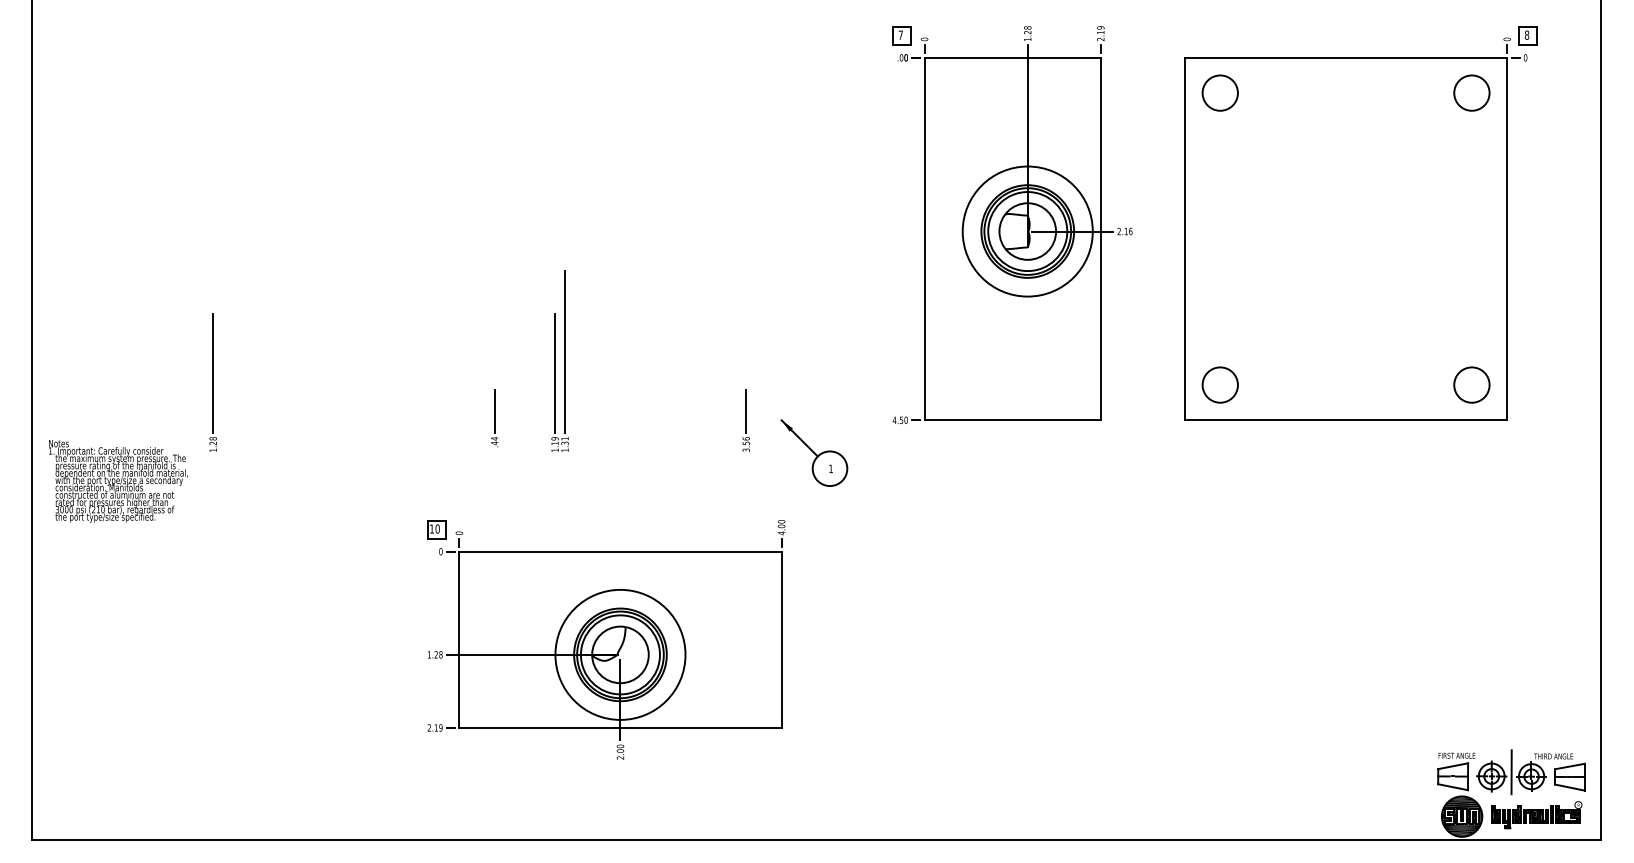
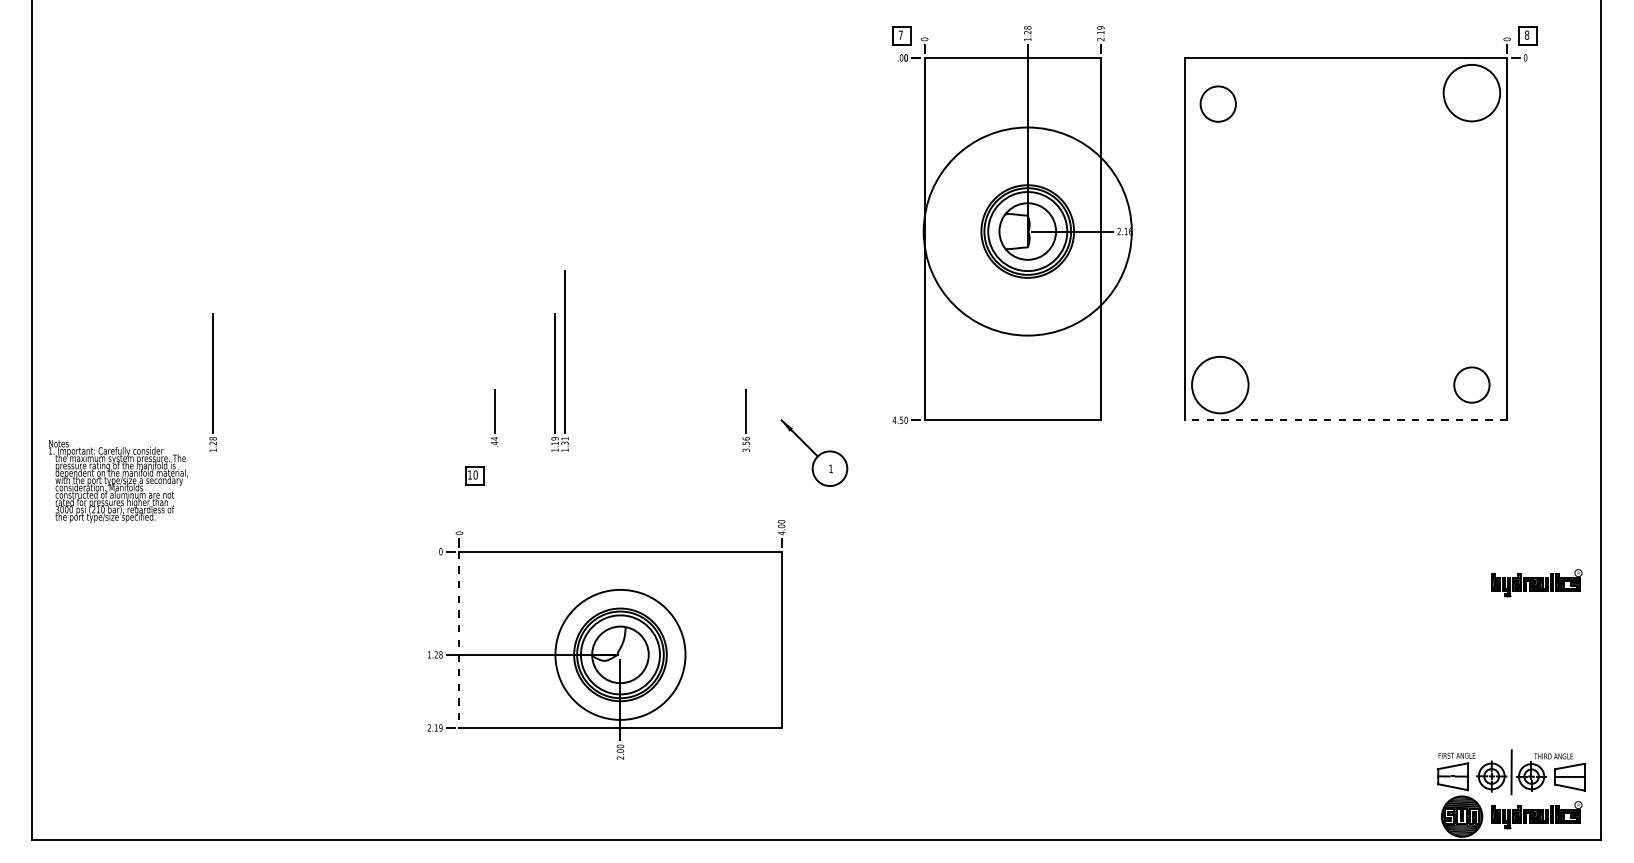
circle at (1219, 92) position: (1219, 92) -> (1217, 103)
circle at (1471, 92) diameter: 35 px -> 57 px
circle at (1027, 231) diameter: 130 px -> 208 px
circle at (1219, 384) diameter: 35 px -> 57 px
line at (1345, 420): solid -> dashed
part at (436, 529) position: (436, 529) -> (474, 475)
part at (1536, 583): none -> present
line at (459, 640): solid -> dashed
